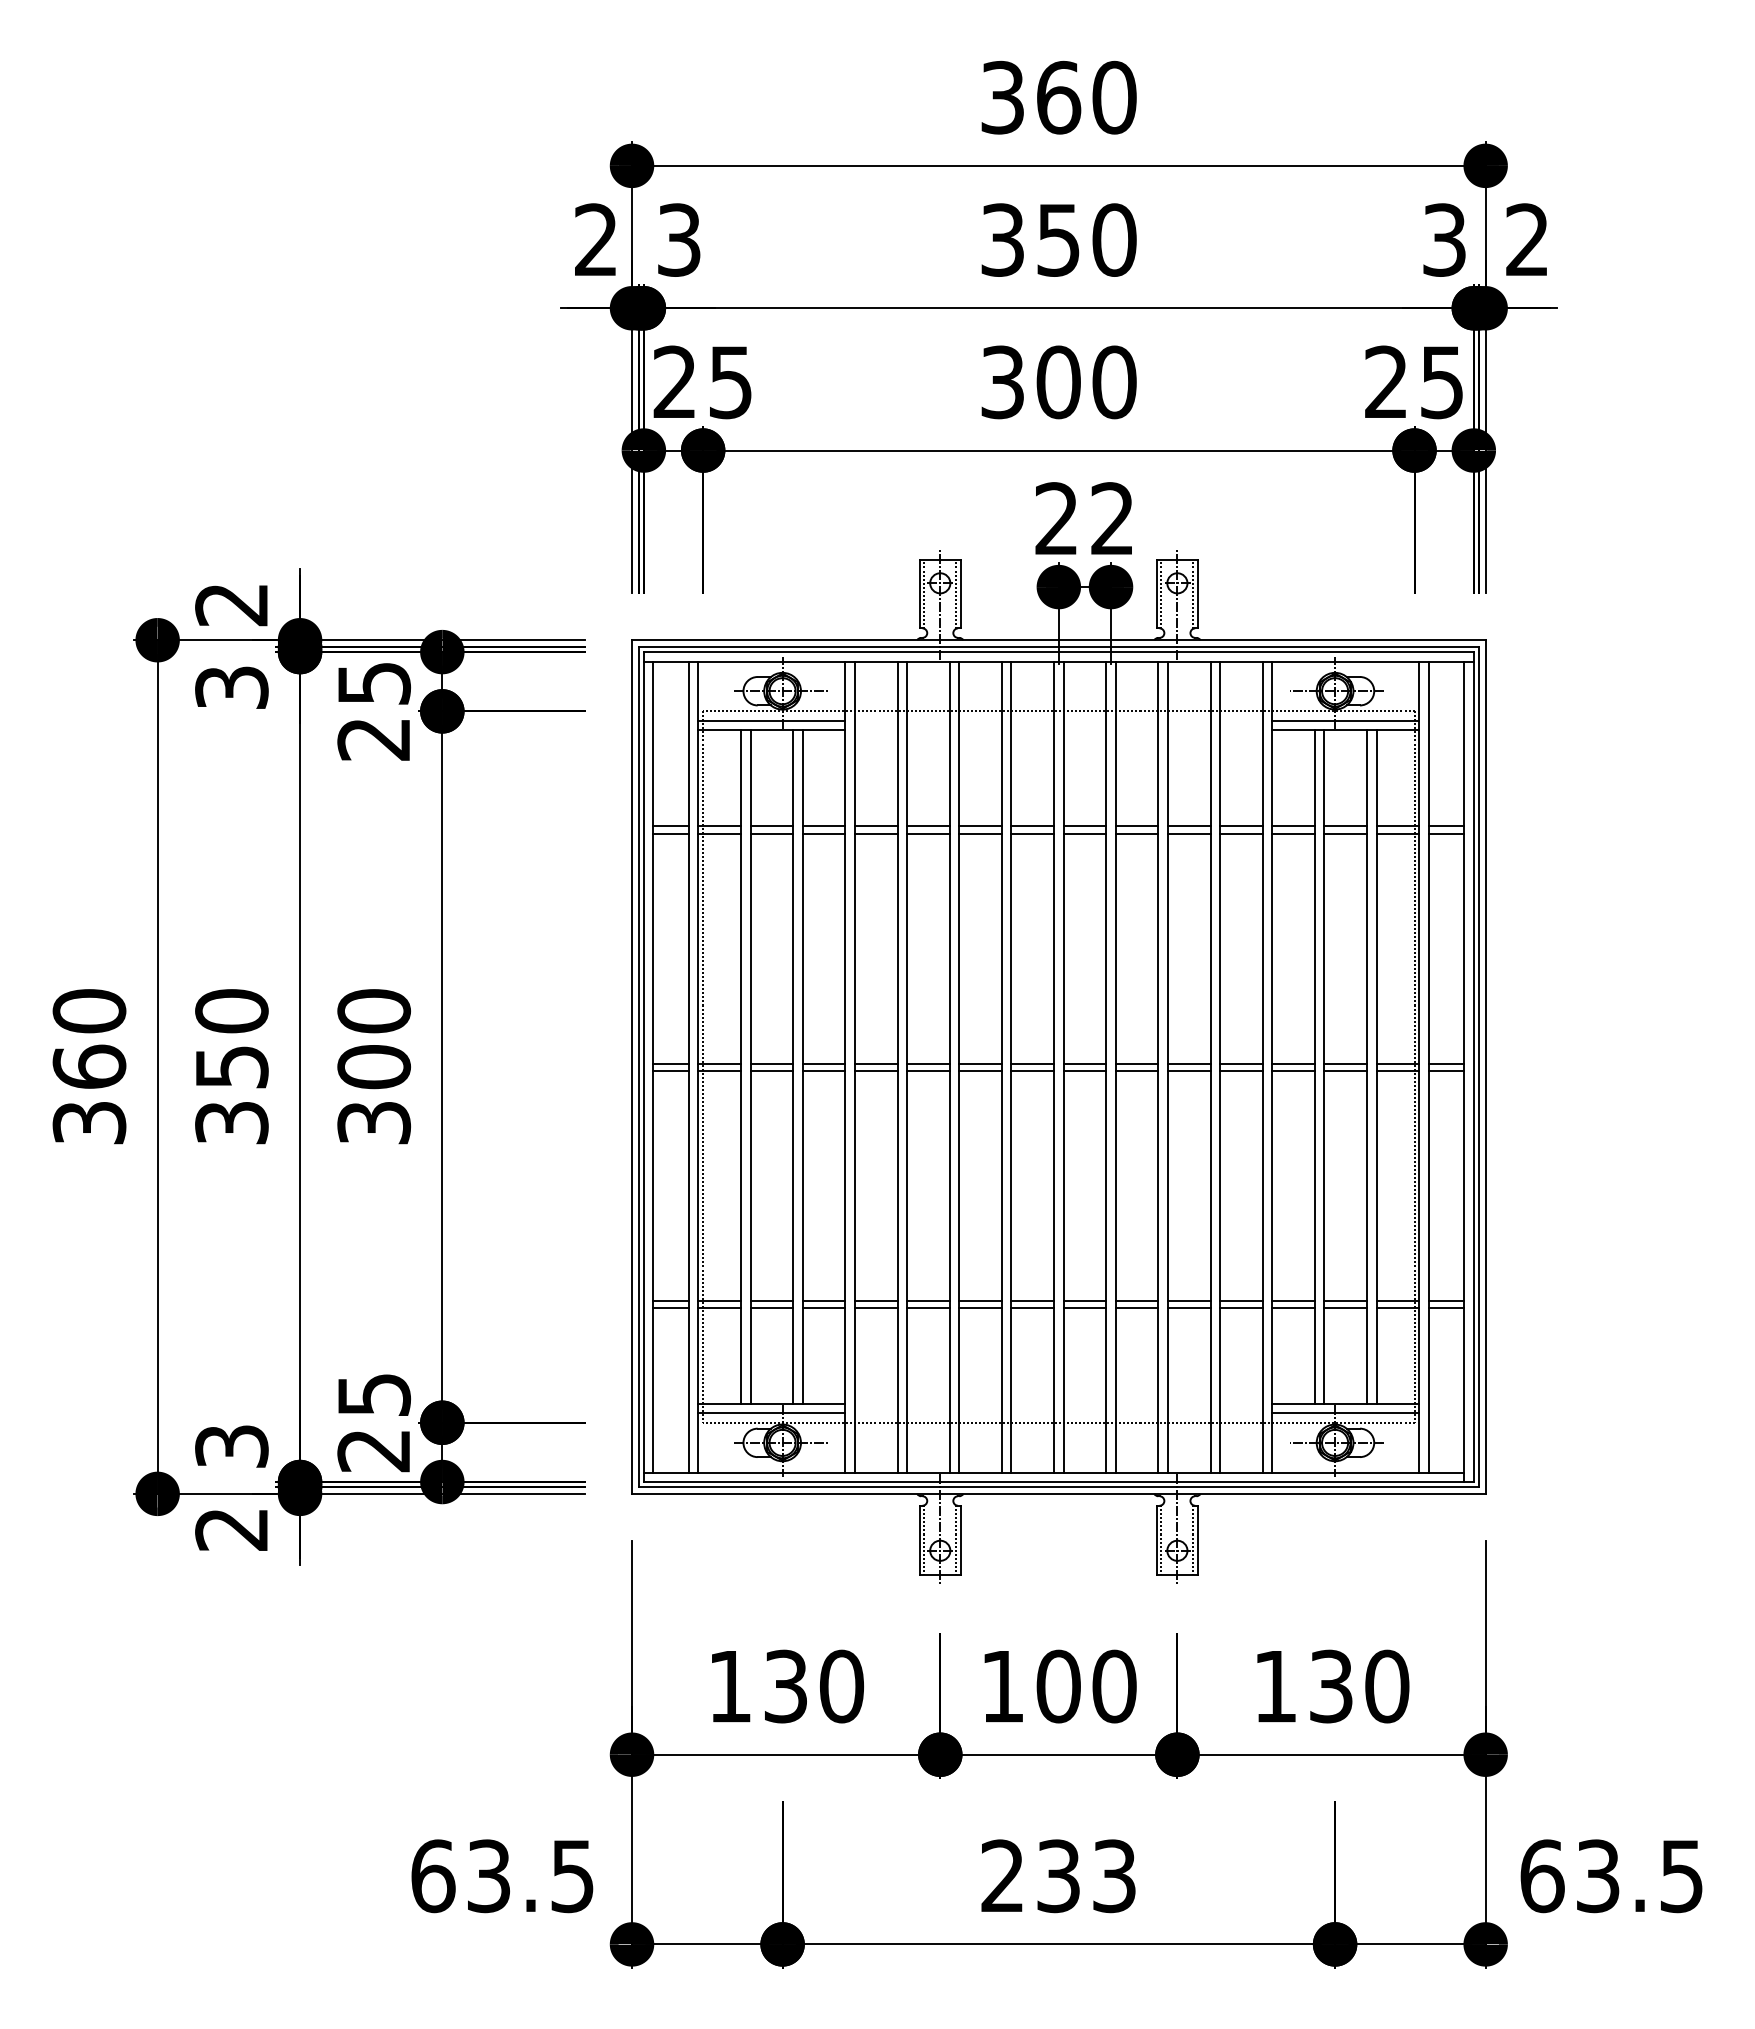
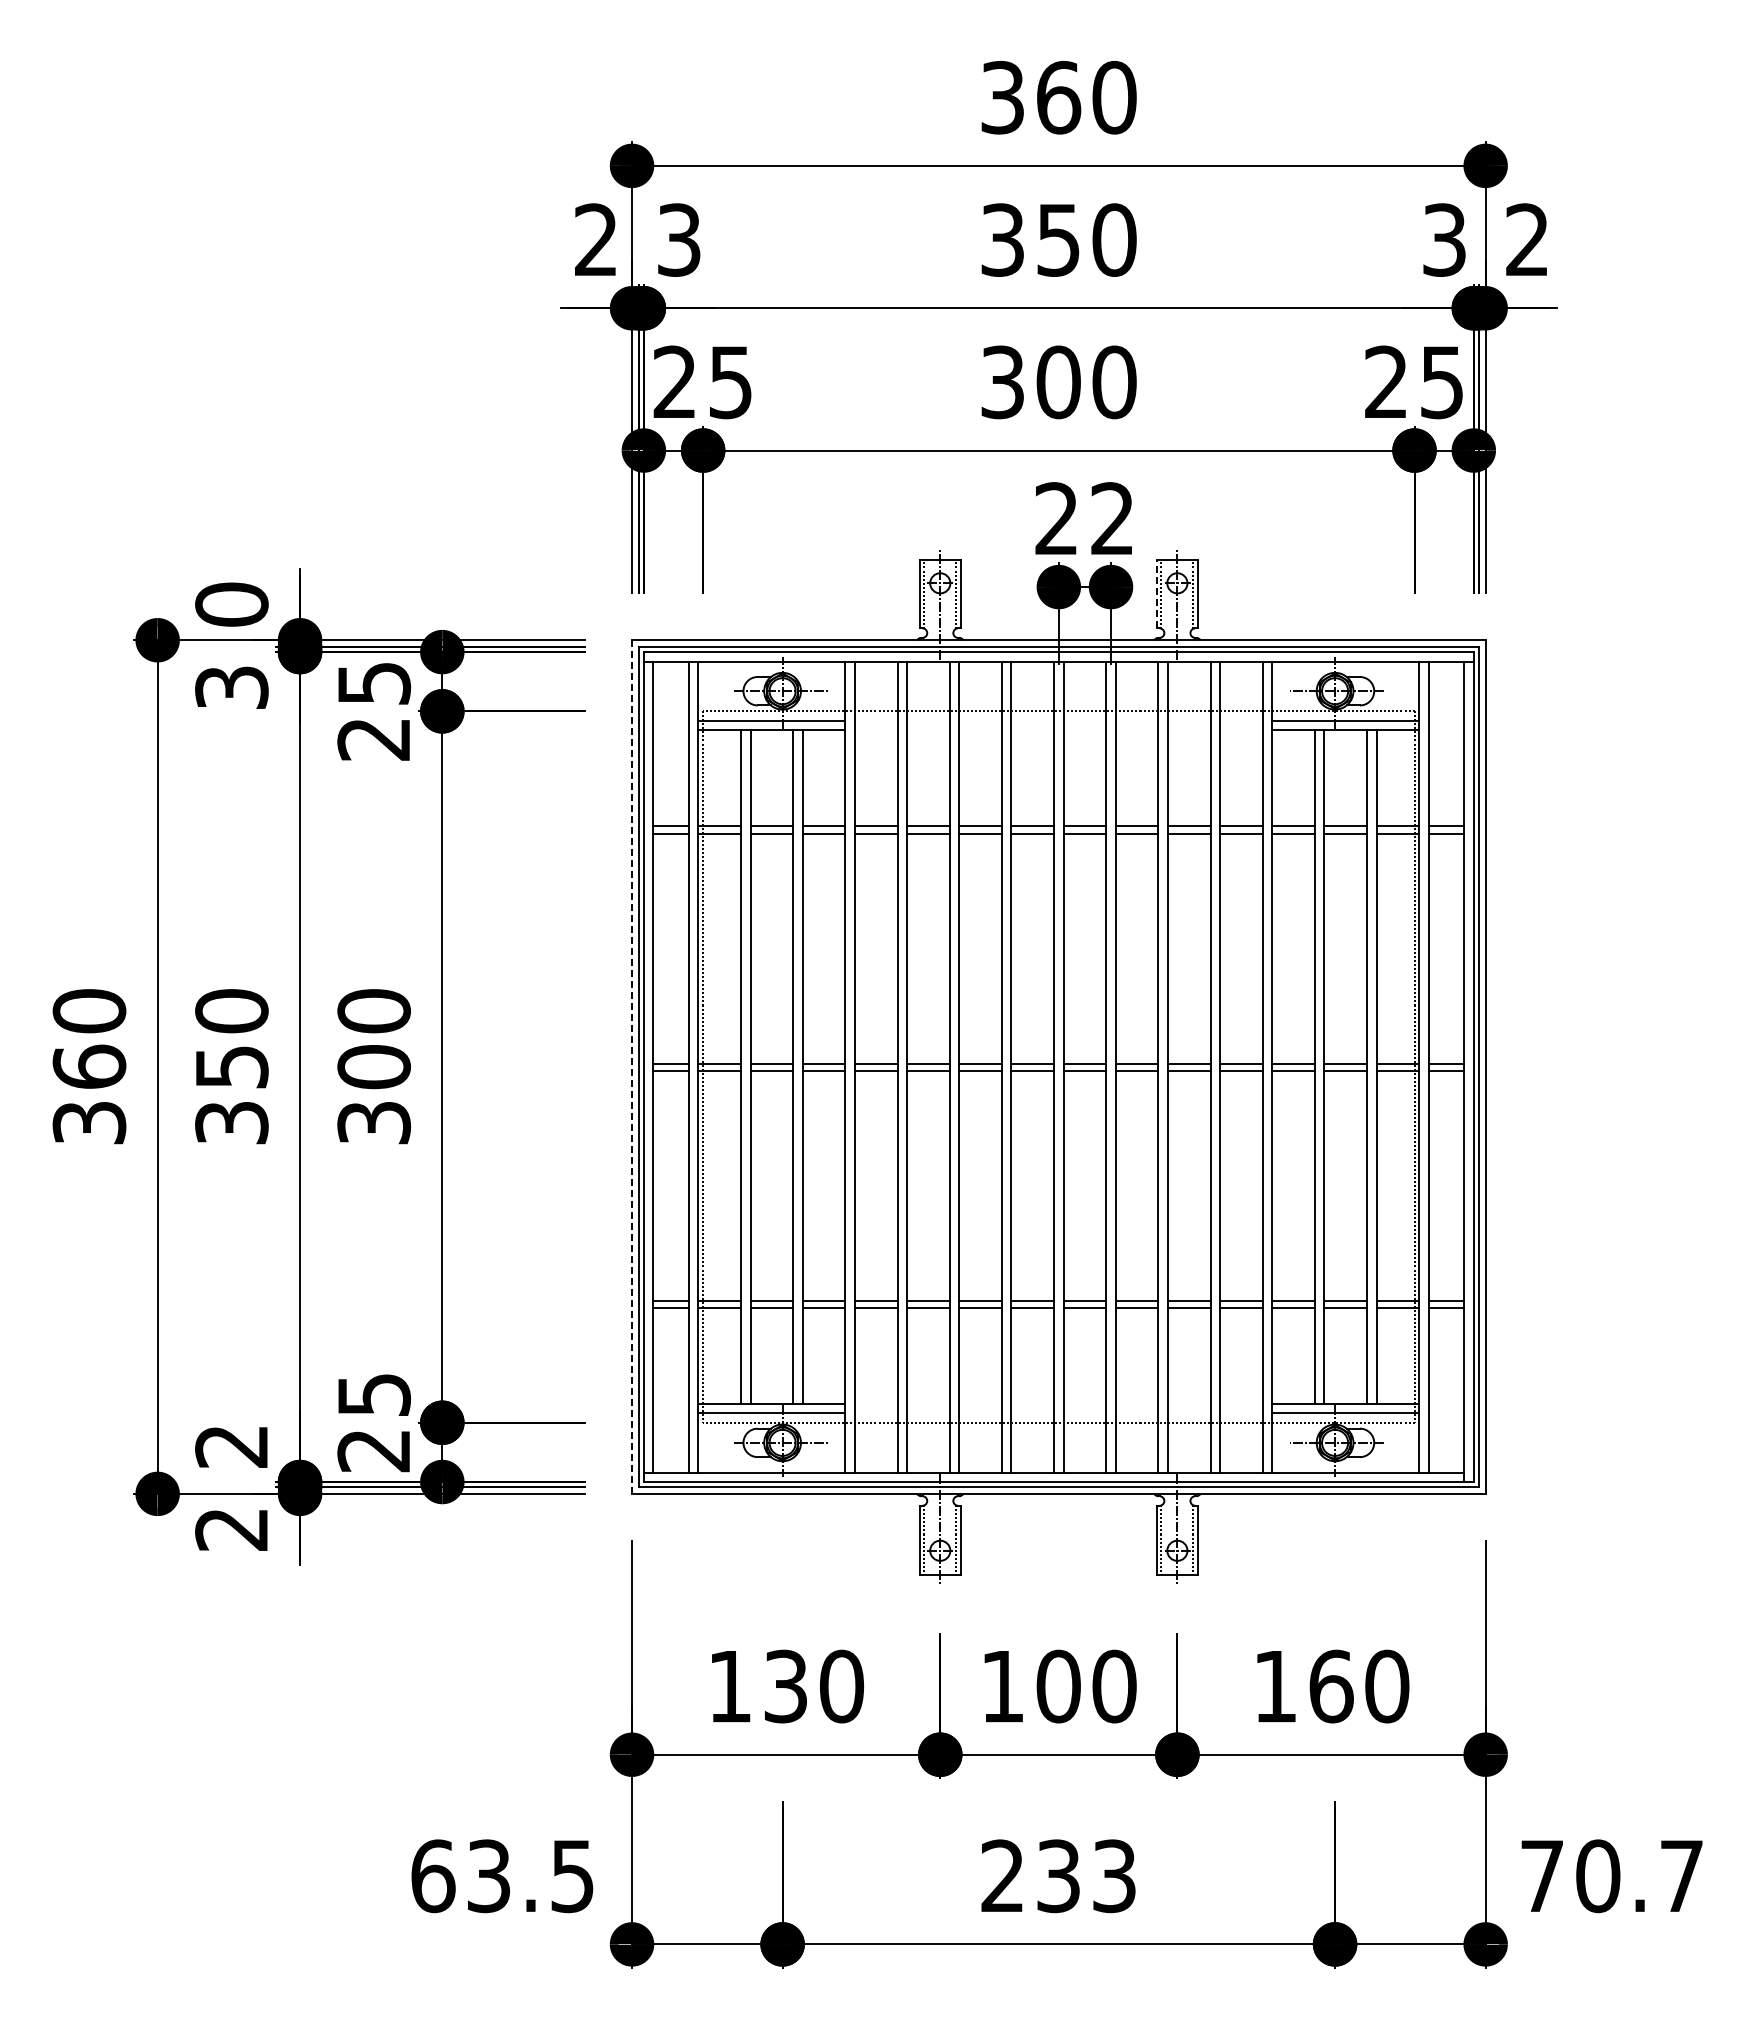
line at (1156, 593): solid -> dashed
text at (231, 604): 2 -> 0
line at (632, 1067): solid -> dashed
text at (231, 1446): 3 -> 2
text at (1331, 1686): 130 -> 160
text at (1611, 1876): 63.5 -> 70.7
